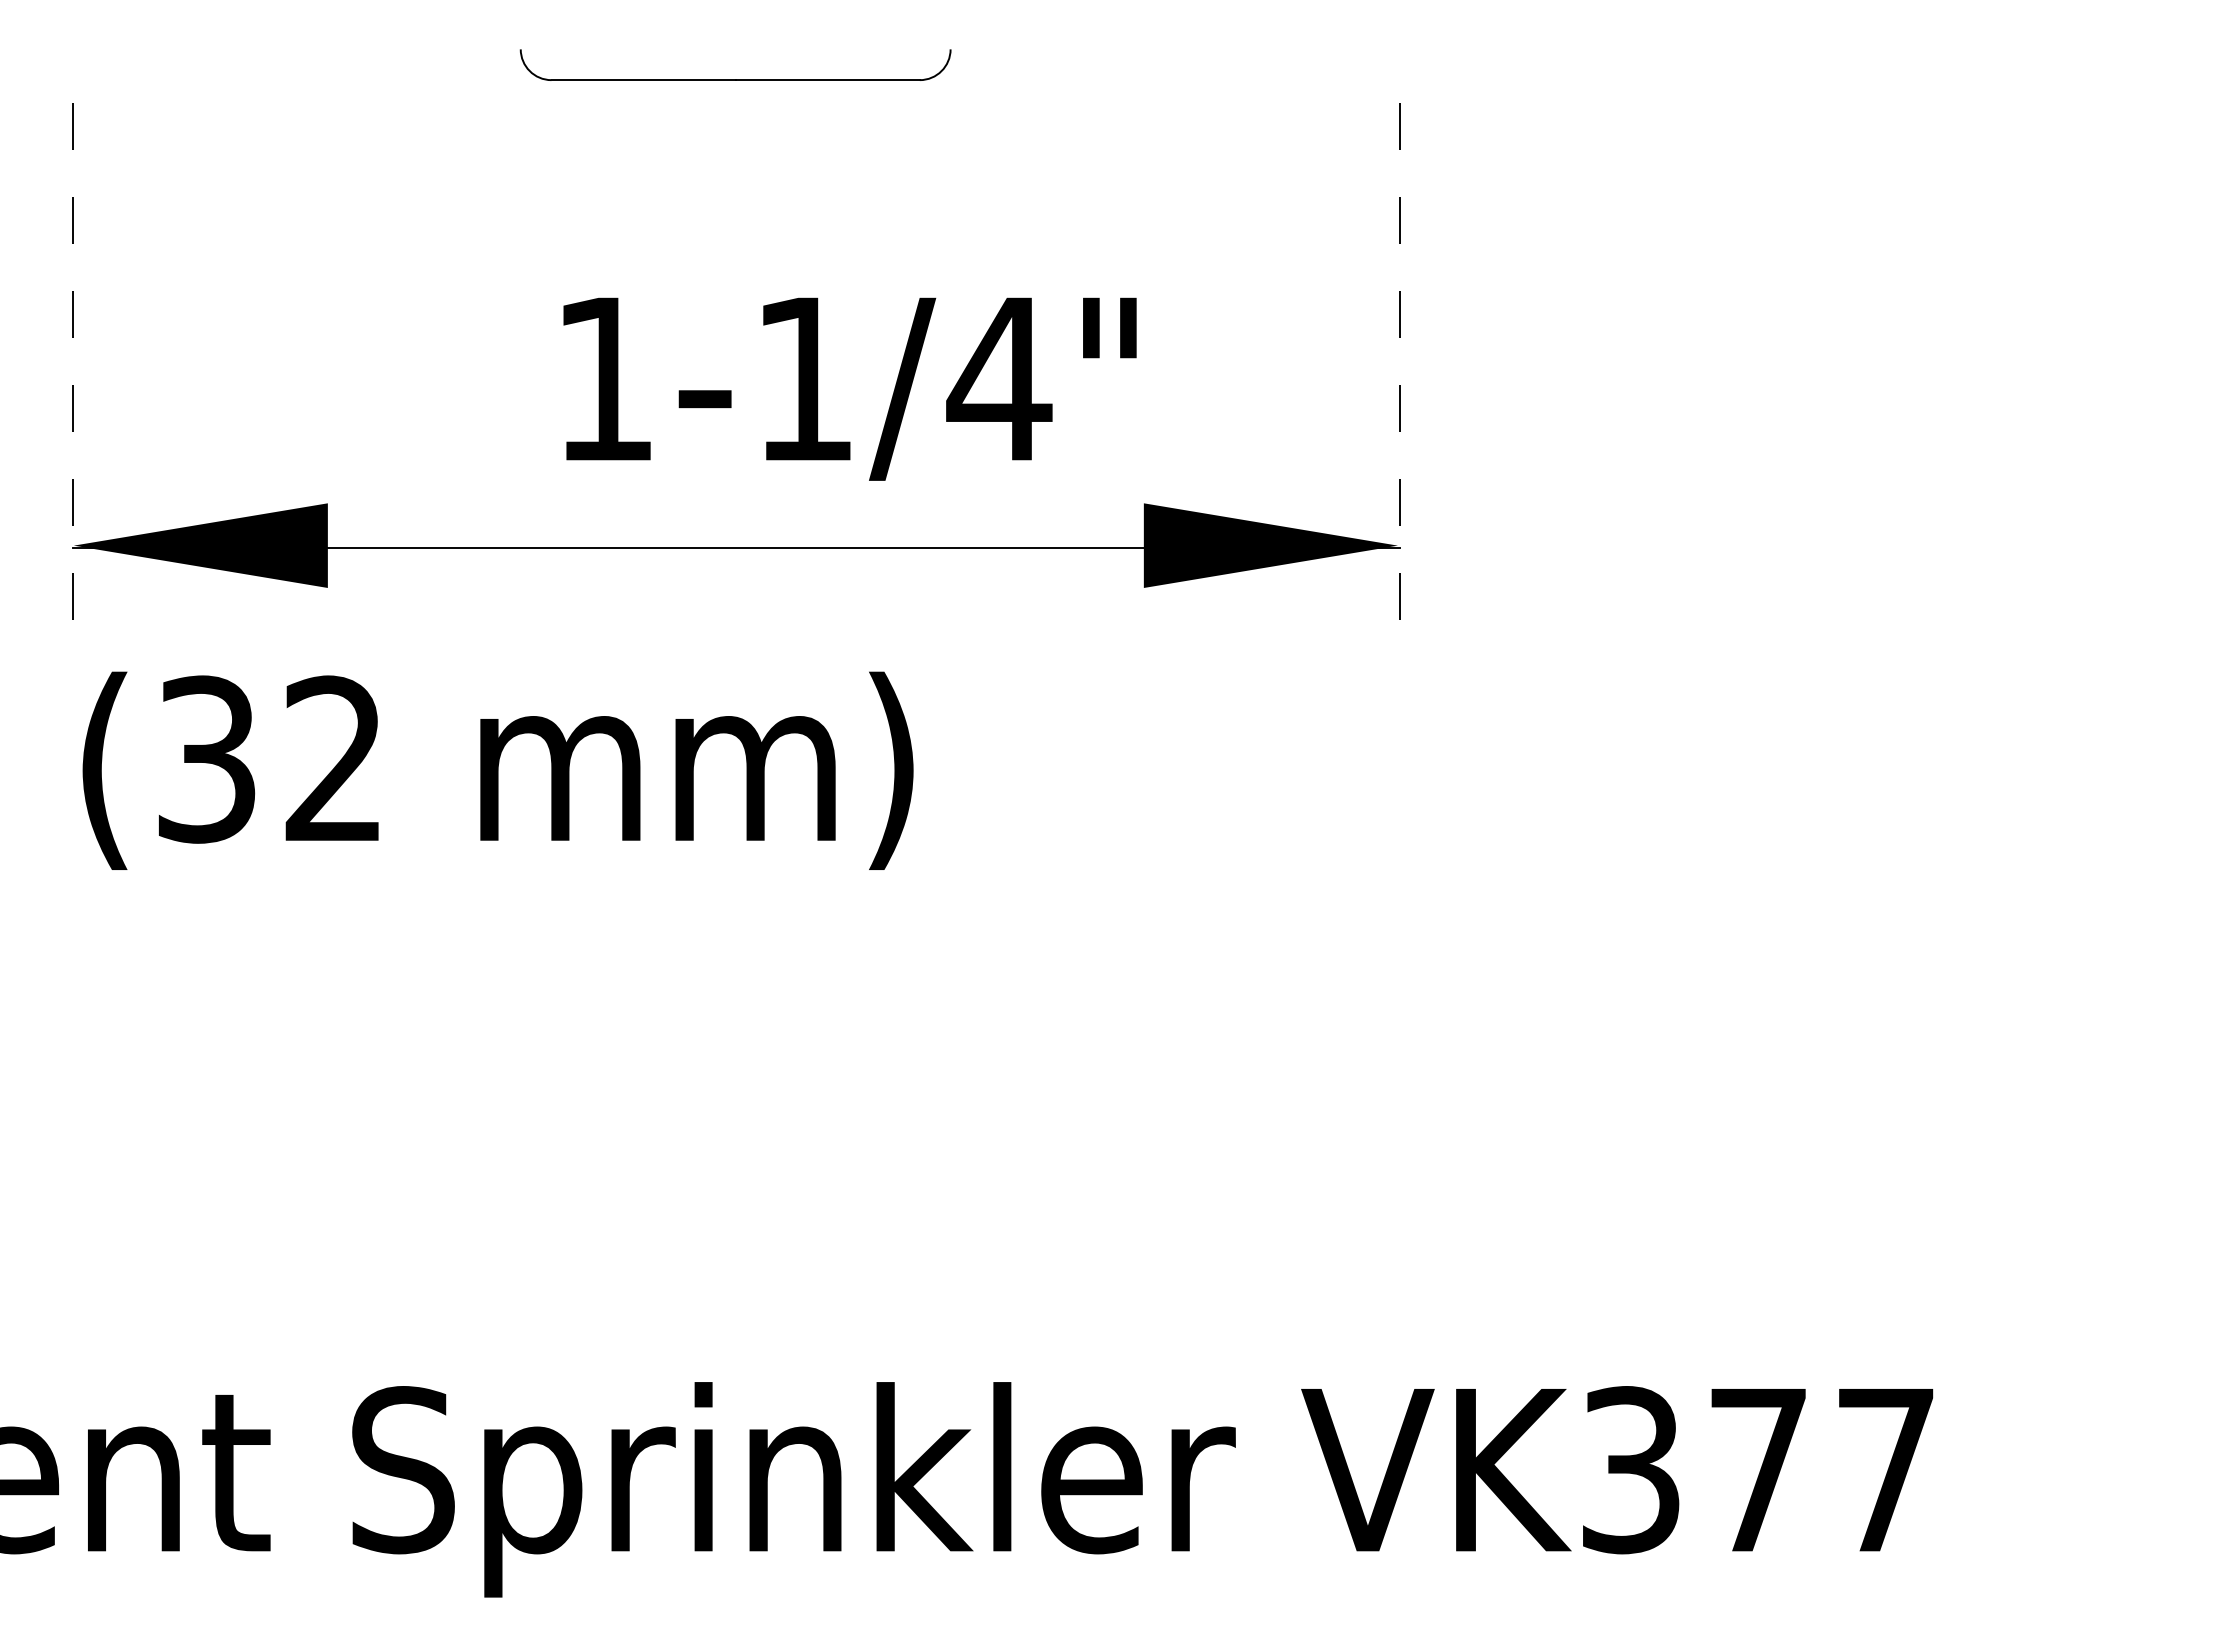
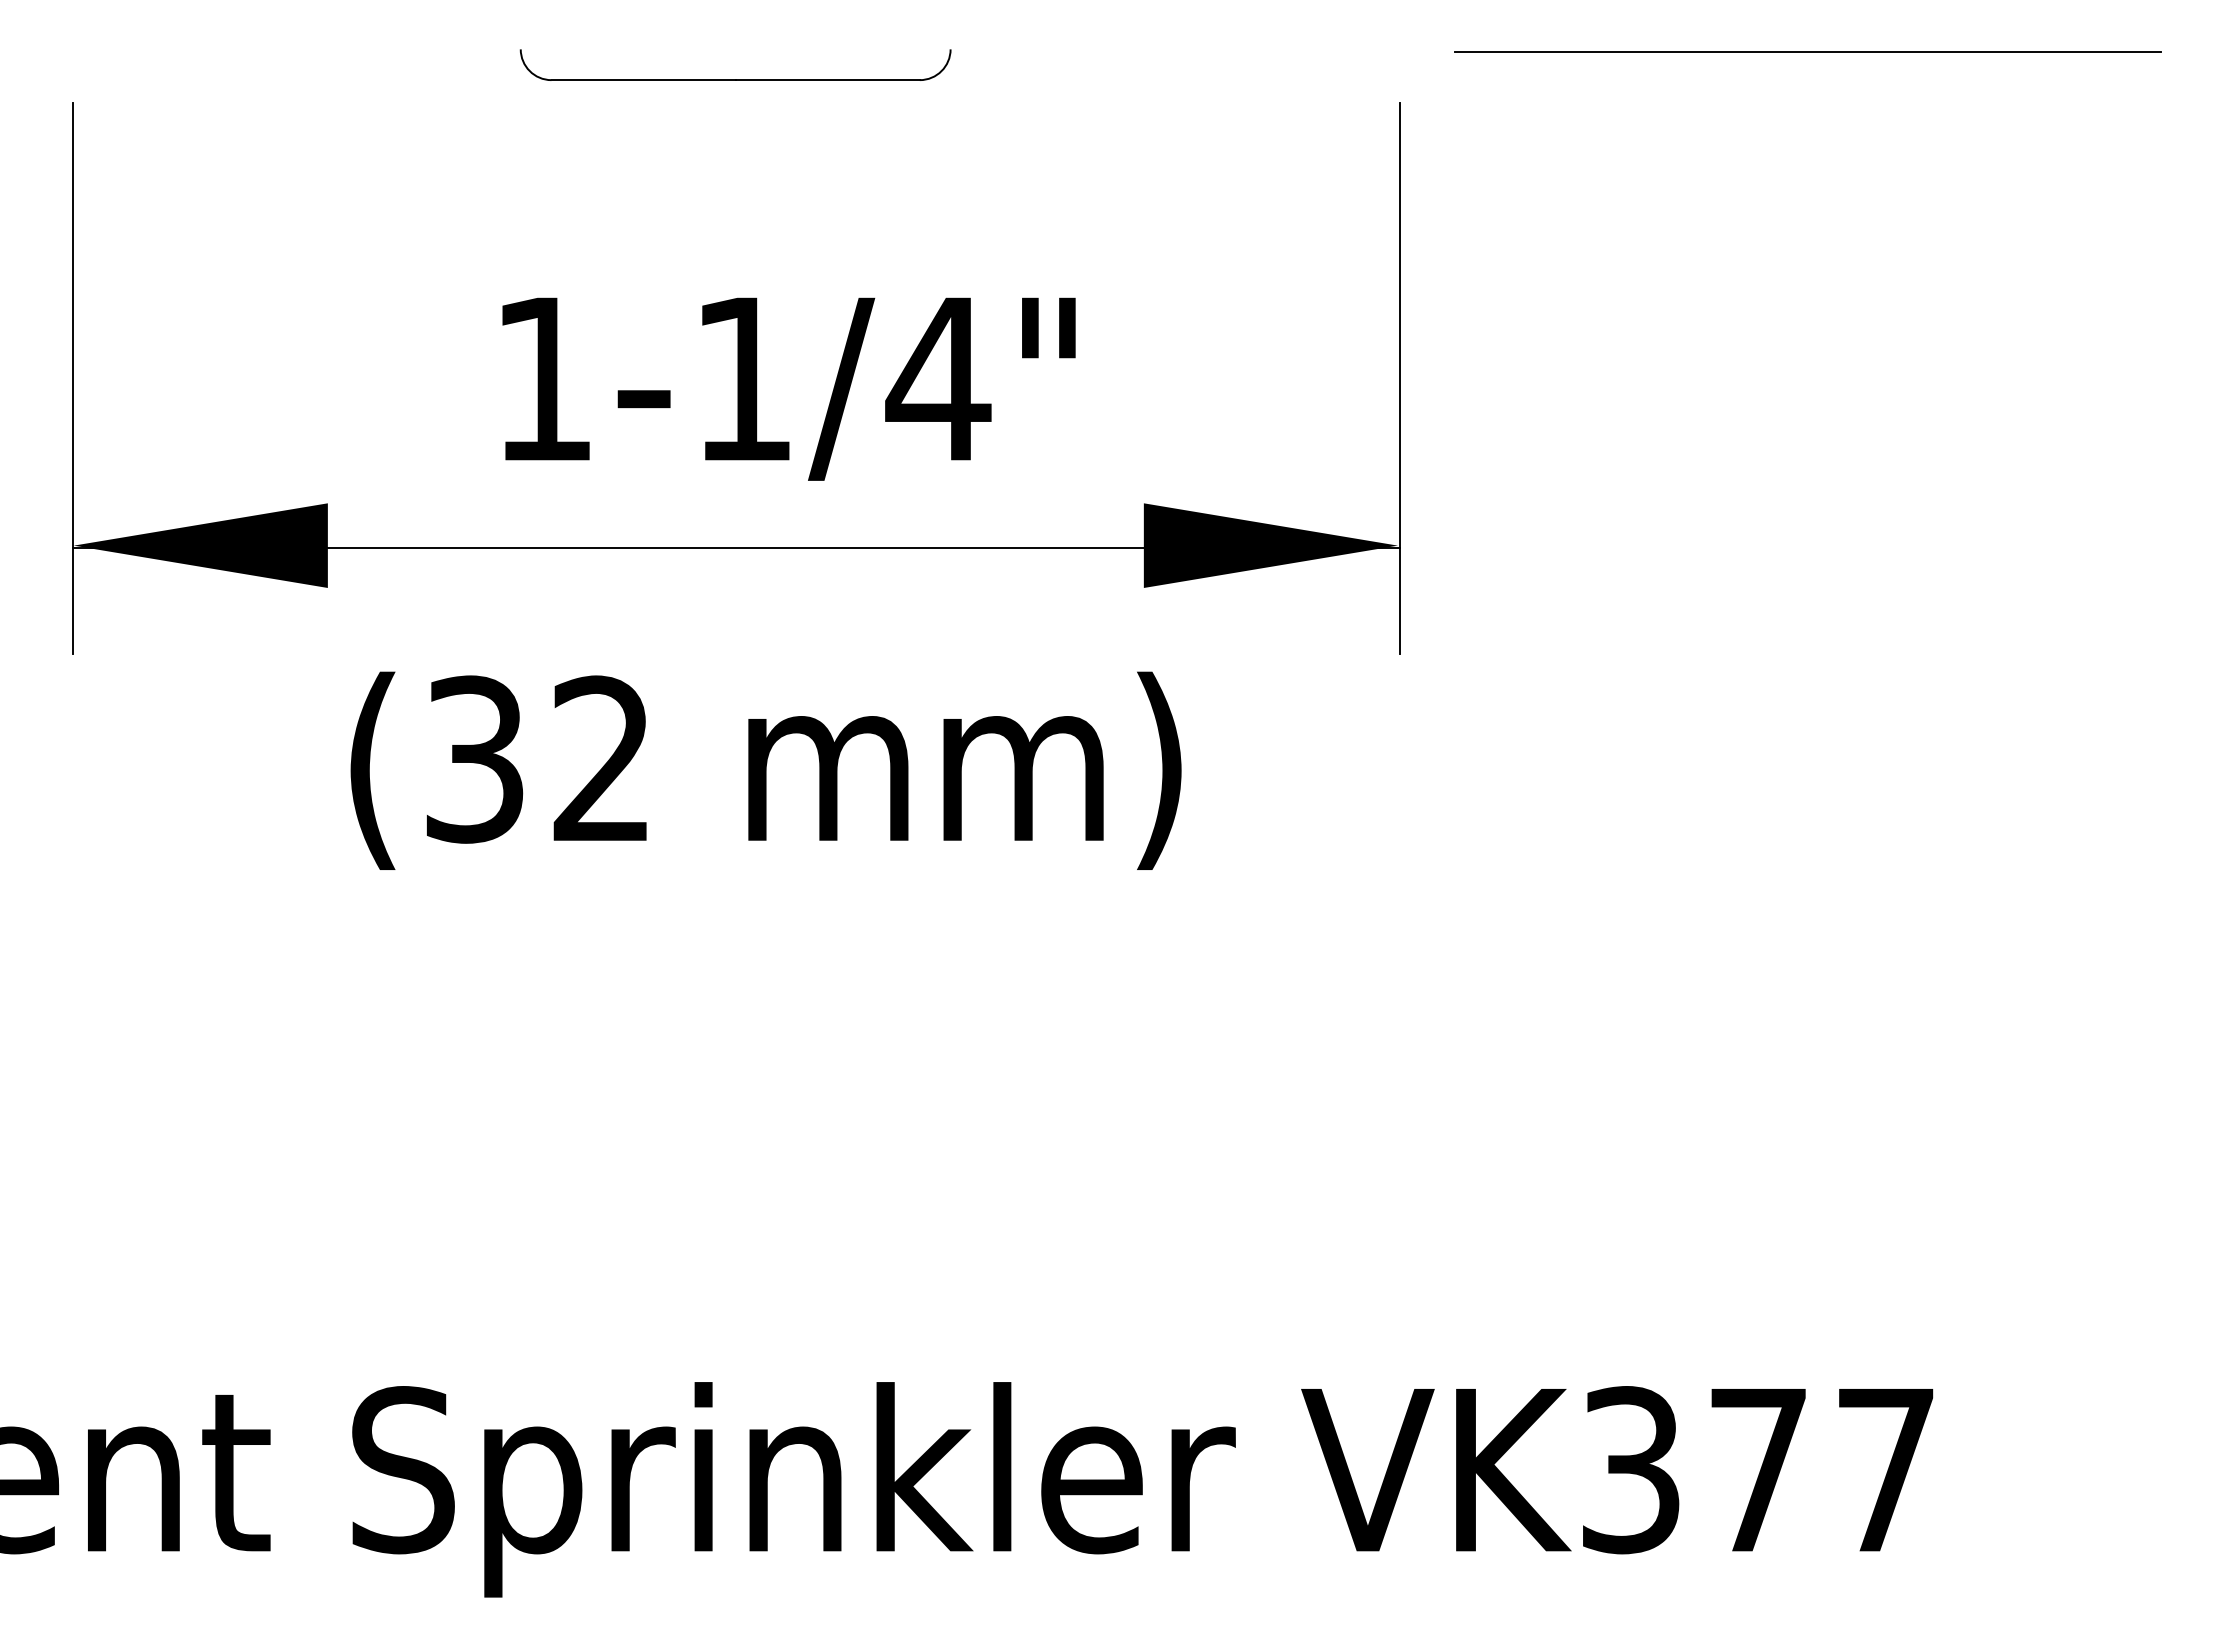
line at (1807, 51): none -> present
line at (72, 378): dashed -> solid
line at (1399, 378): dashed -> solid
text at (849, 388) position: (849, 388) -> (788, 388)
text at (497, 770) position: (497, 770) -> (765, 770)
